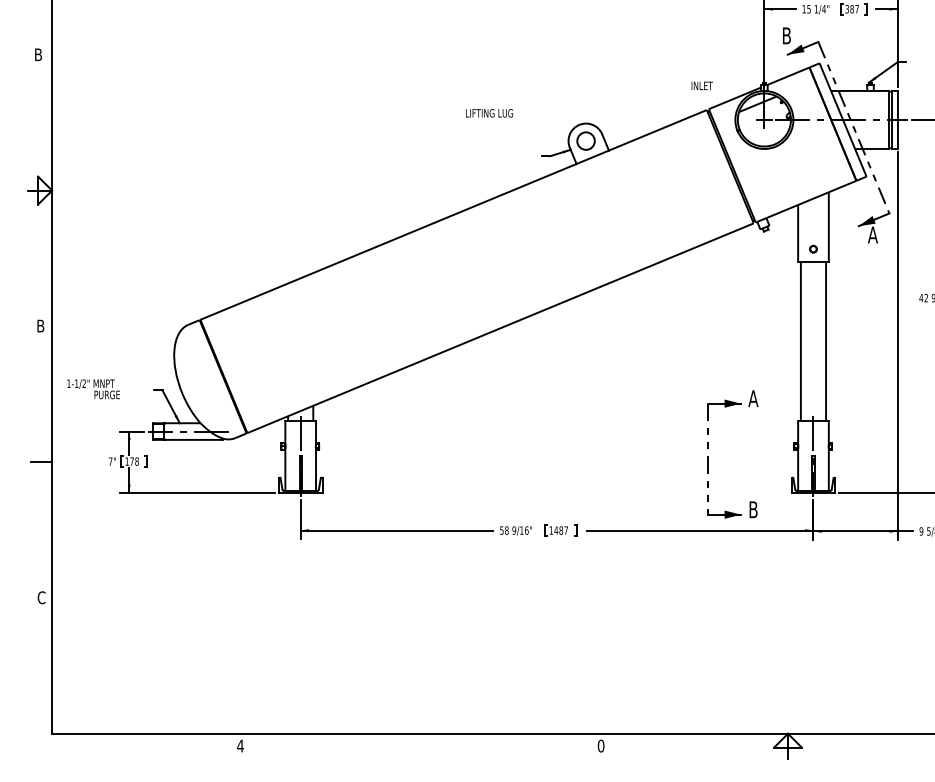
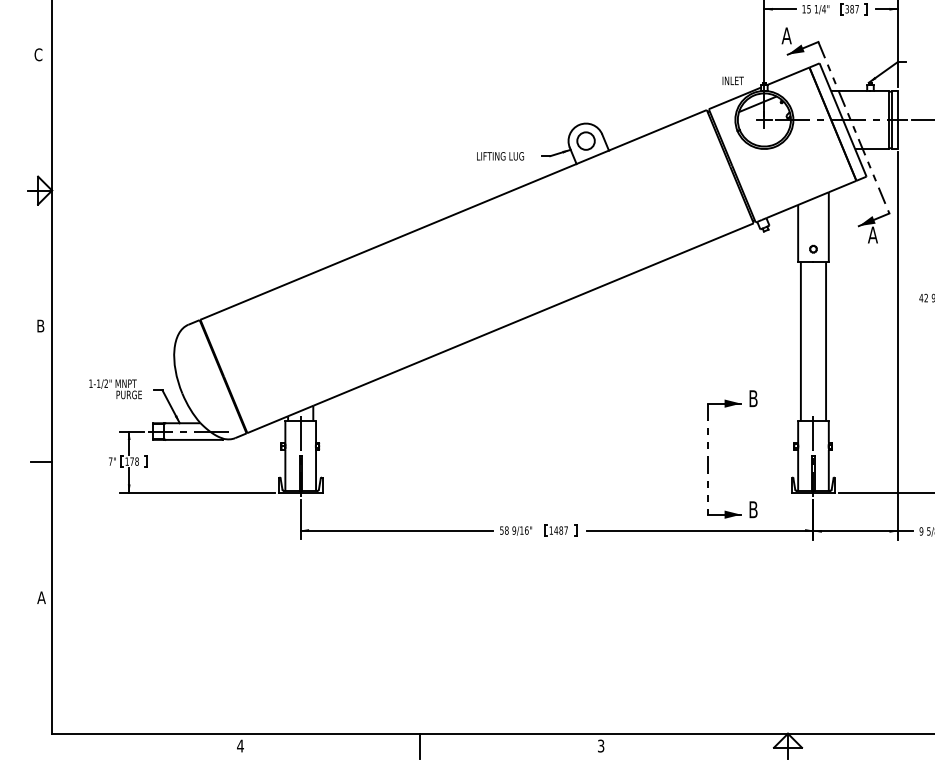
text at (786, 35): B -> A
text at (38, 54): B -> C
text at (701, 85) position: (701, 85) -> (732, 80)
text at (489, 113) position: (489, 113) -> (500, 156)
text at (93, 389) position: (93, 389) -> (115, 389)
text at (753, 398): A -> B
text at (41, 597): C -> A
line at (420, 745): none -> present
text at (600, 745): 0 -> 3
